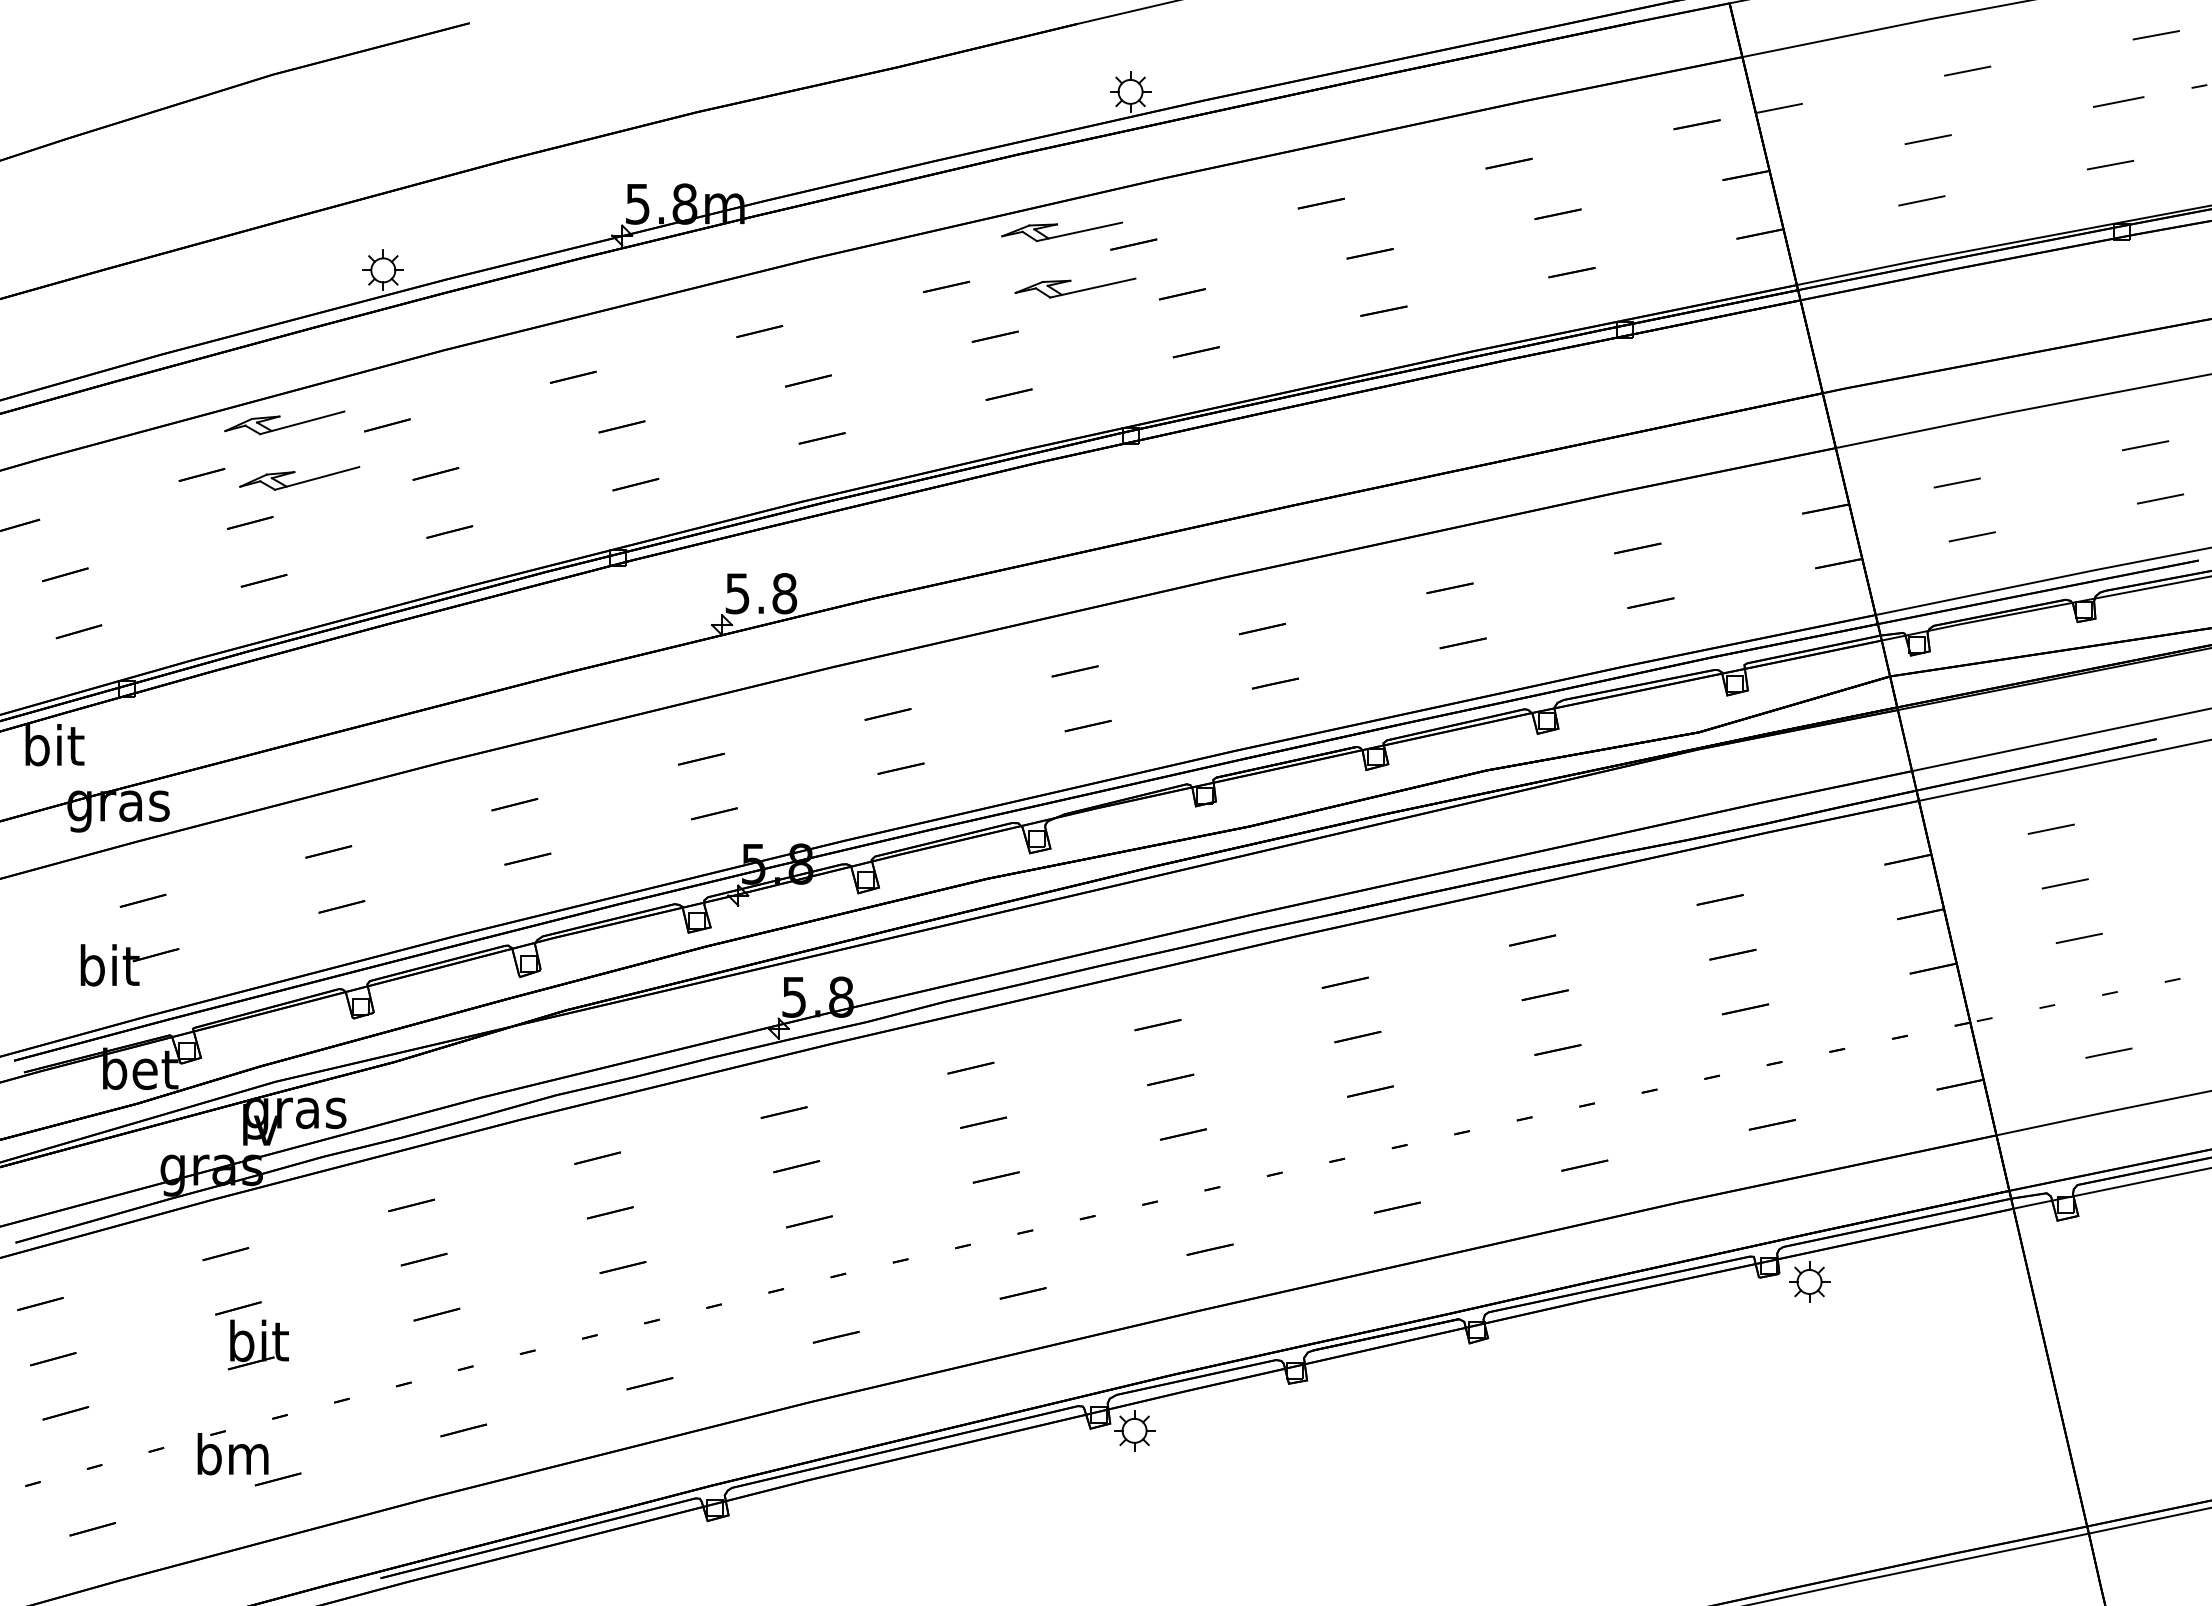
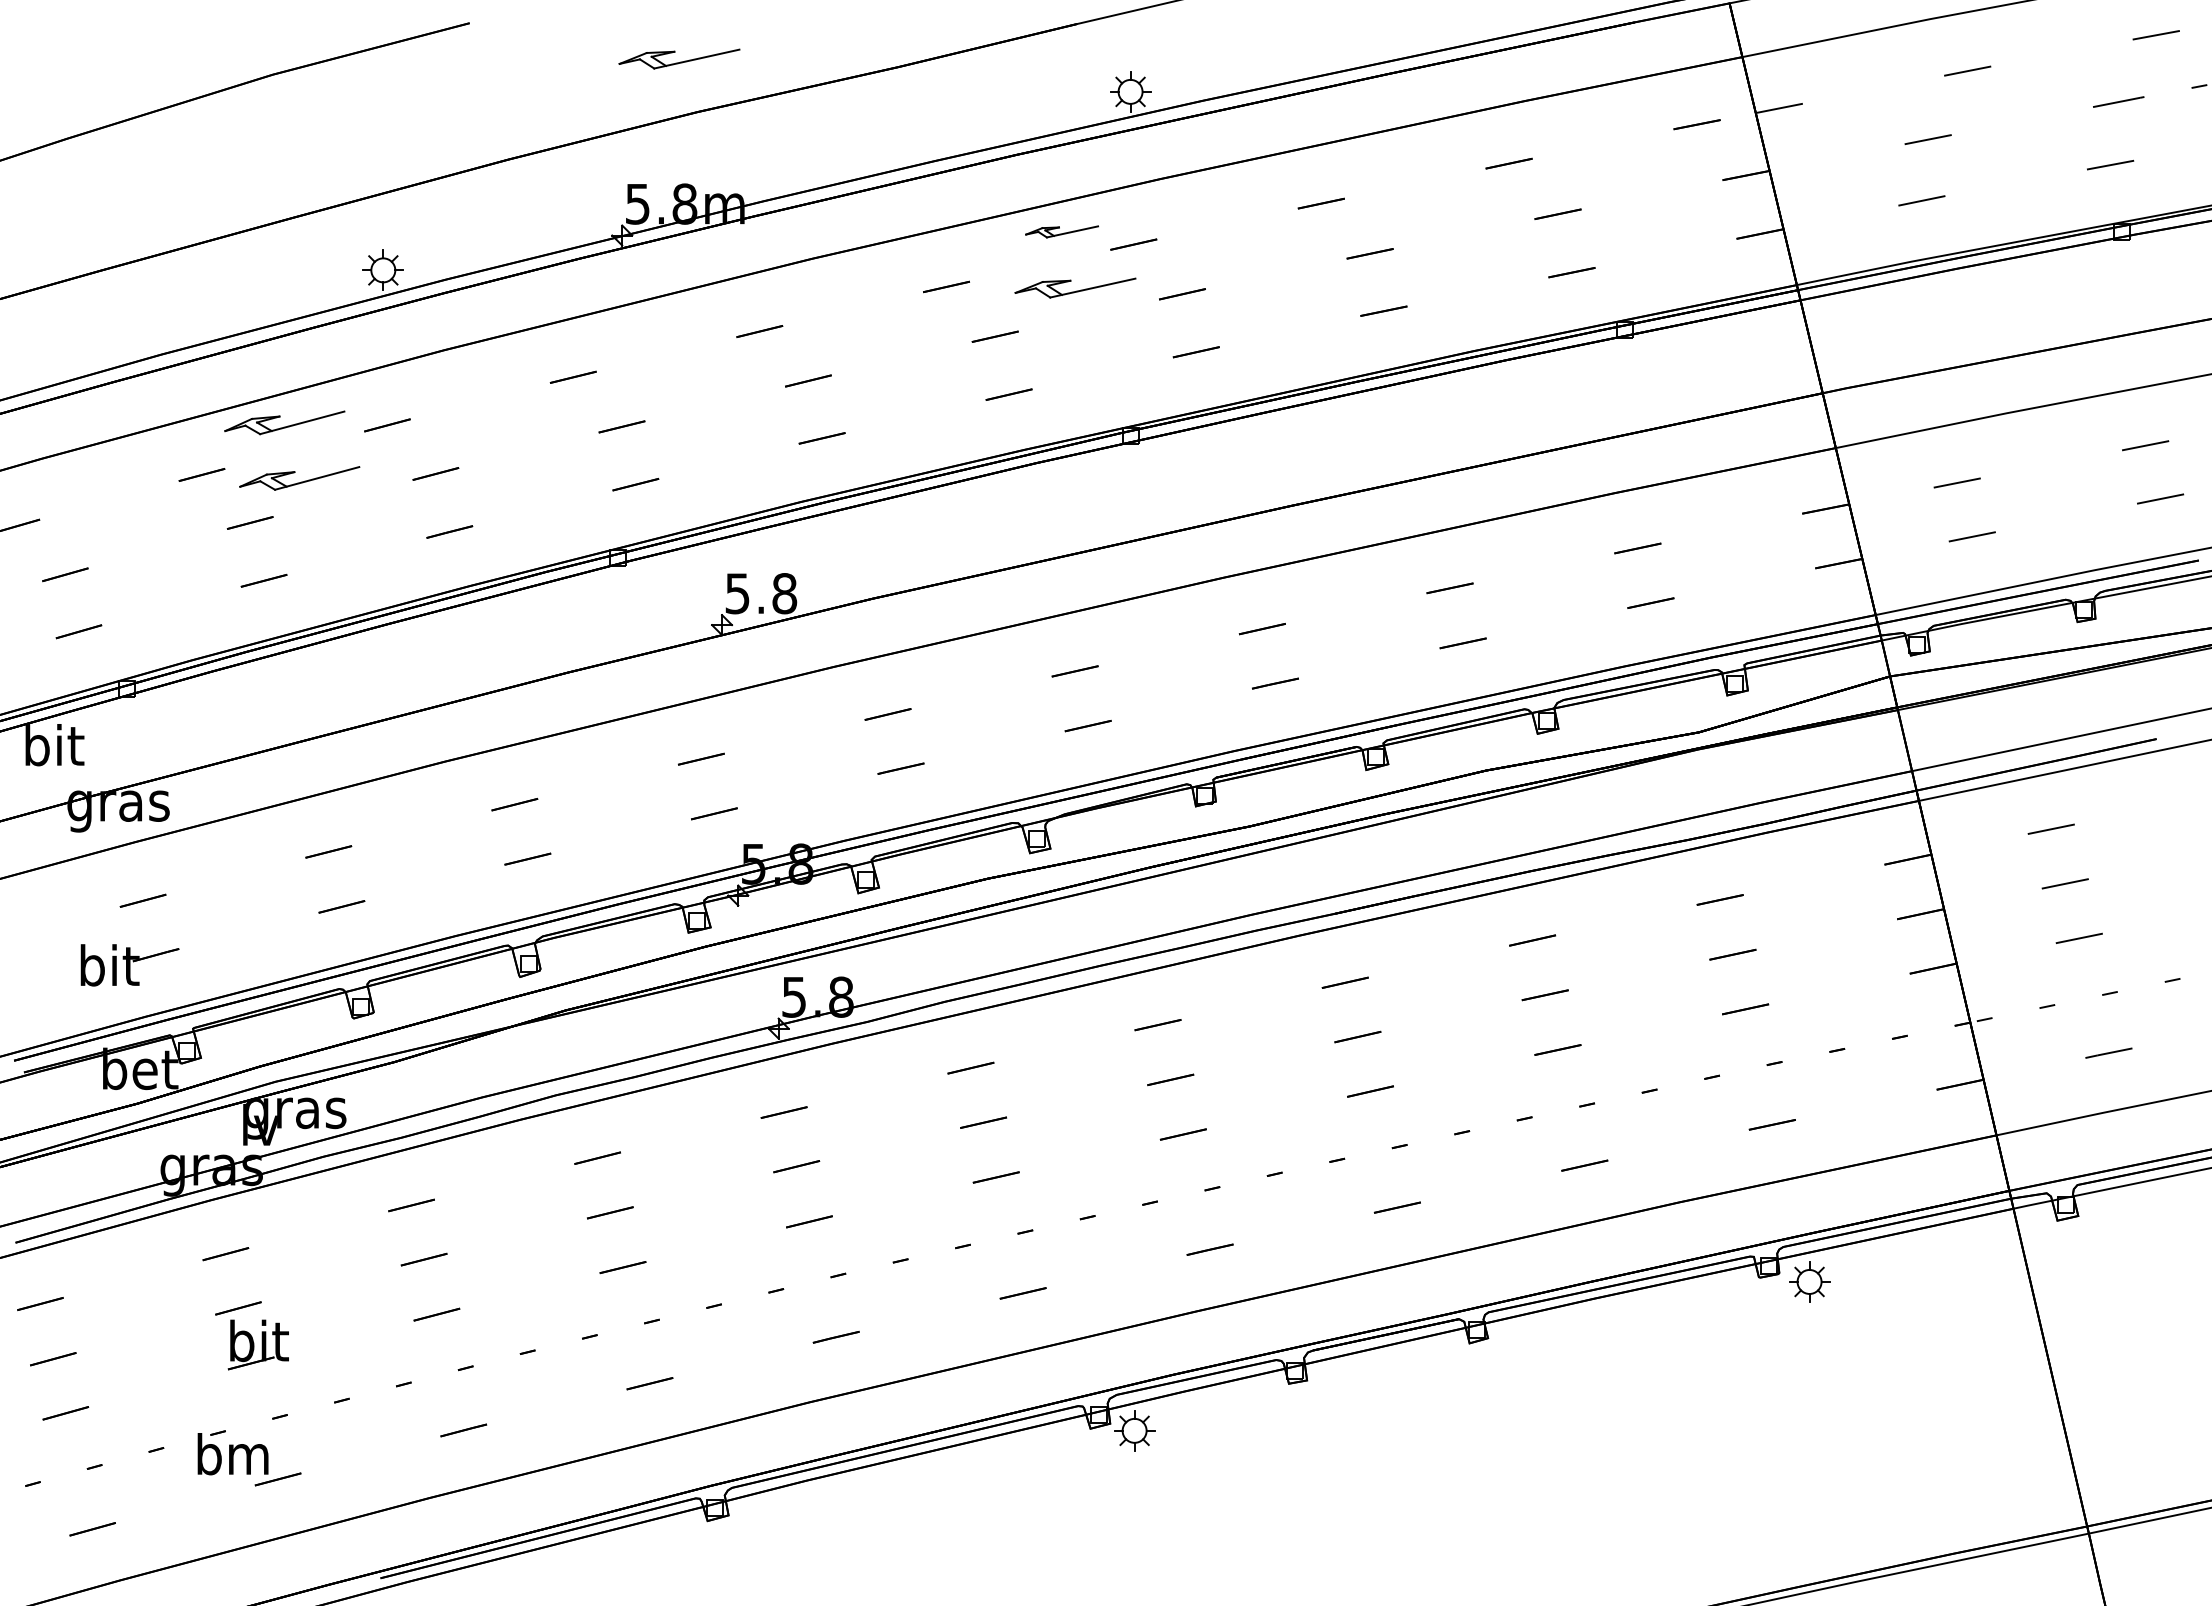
part at (679, 58): none -> present
part at (1061, 231) size: 122x22 px -> 74x14 px
